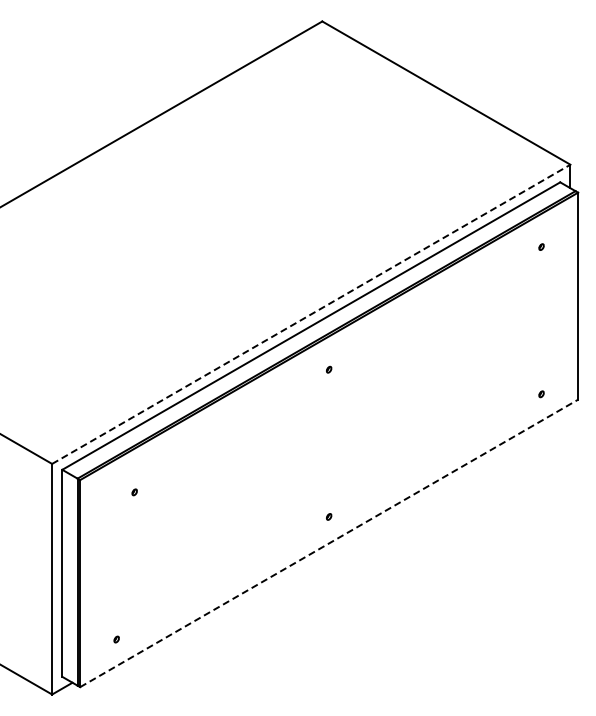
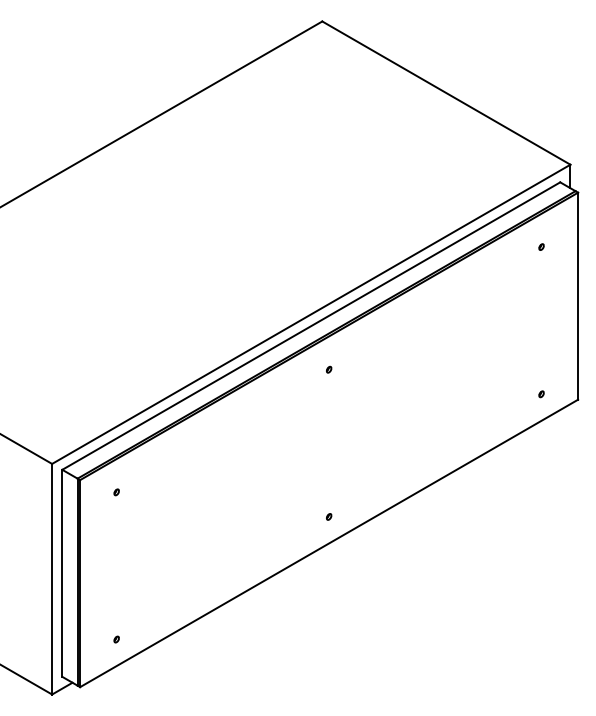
line at (311, 314): dashed -> solid
part at (134, 492) position: (134, 492) -> (116, 492)
line at (329, 543): dashed -> solid
